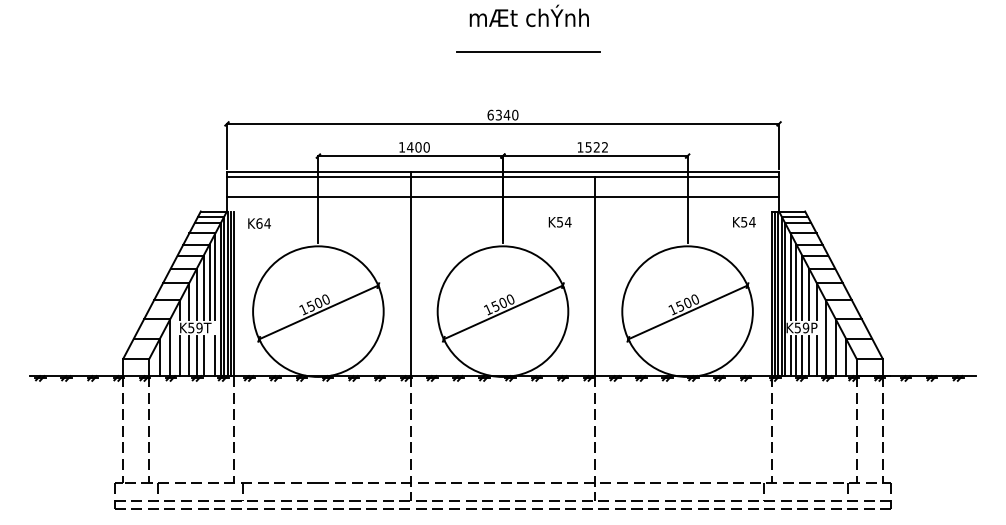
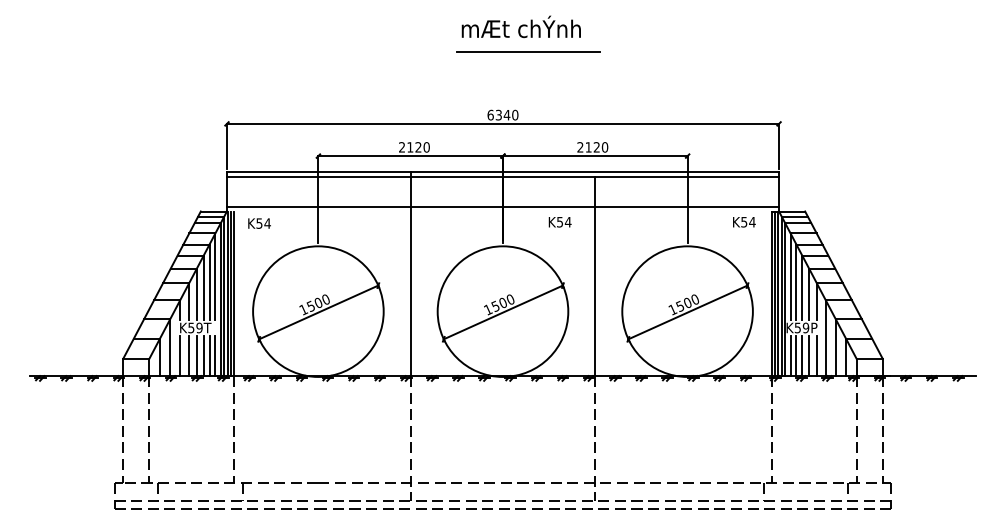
text at (528, 15) position: (528, 15) -> (520, 26)
text at (410, 147): 1400 -> 2120
text at (592, 147): 1522 -> 2120
line at (502, 197) position: (502, 197) -> (502, 207)
text at (259, 223): K64 -> K54
line at (209, 355): none -> present
